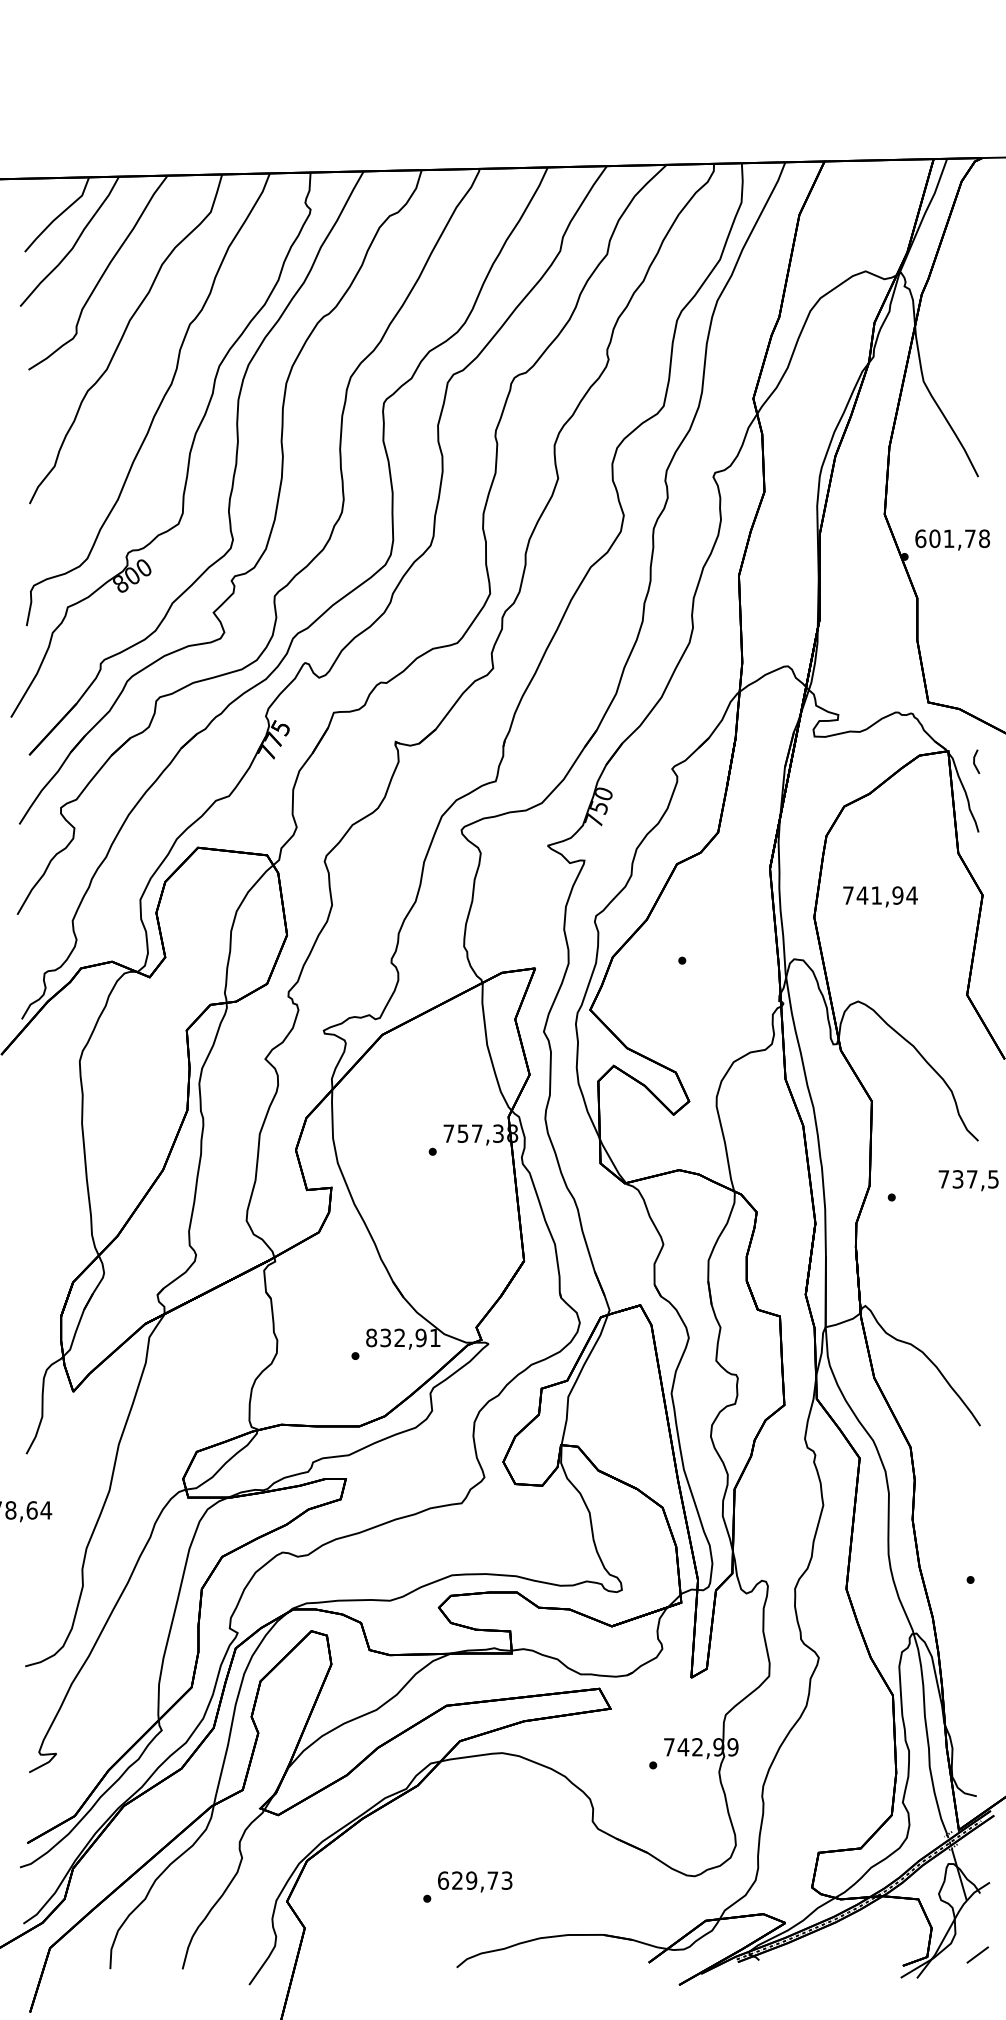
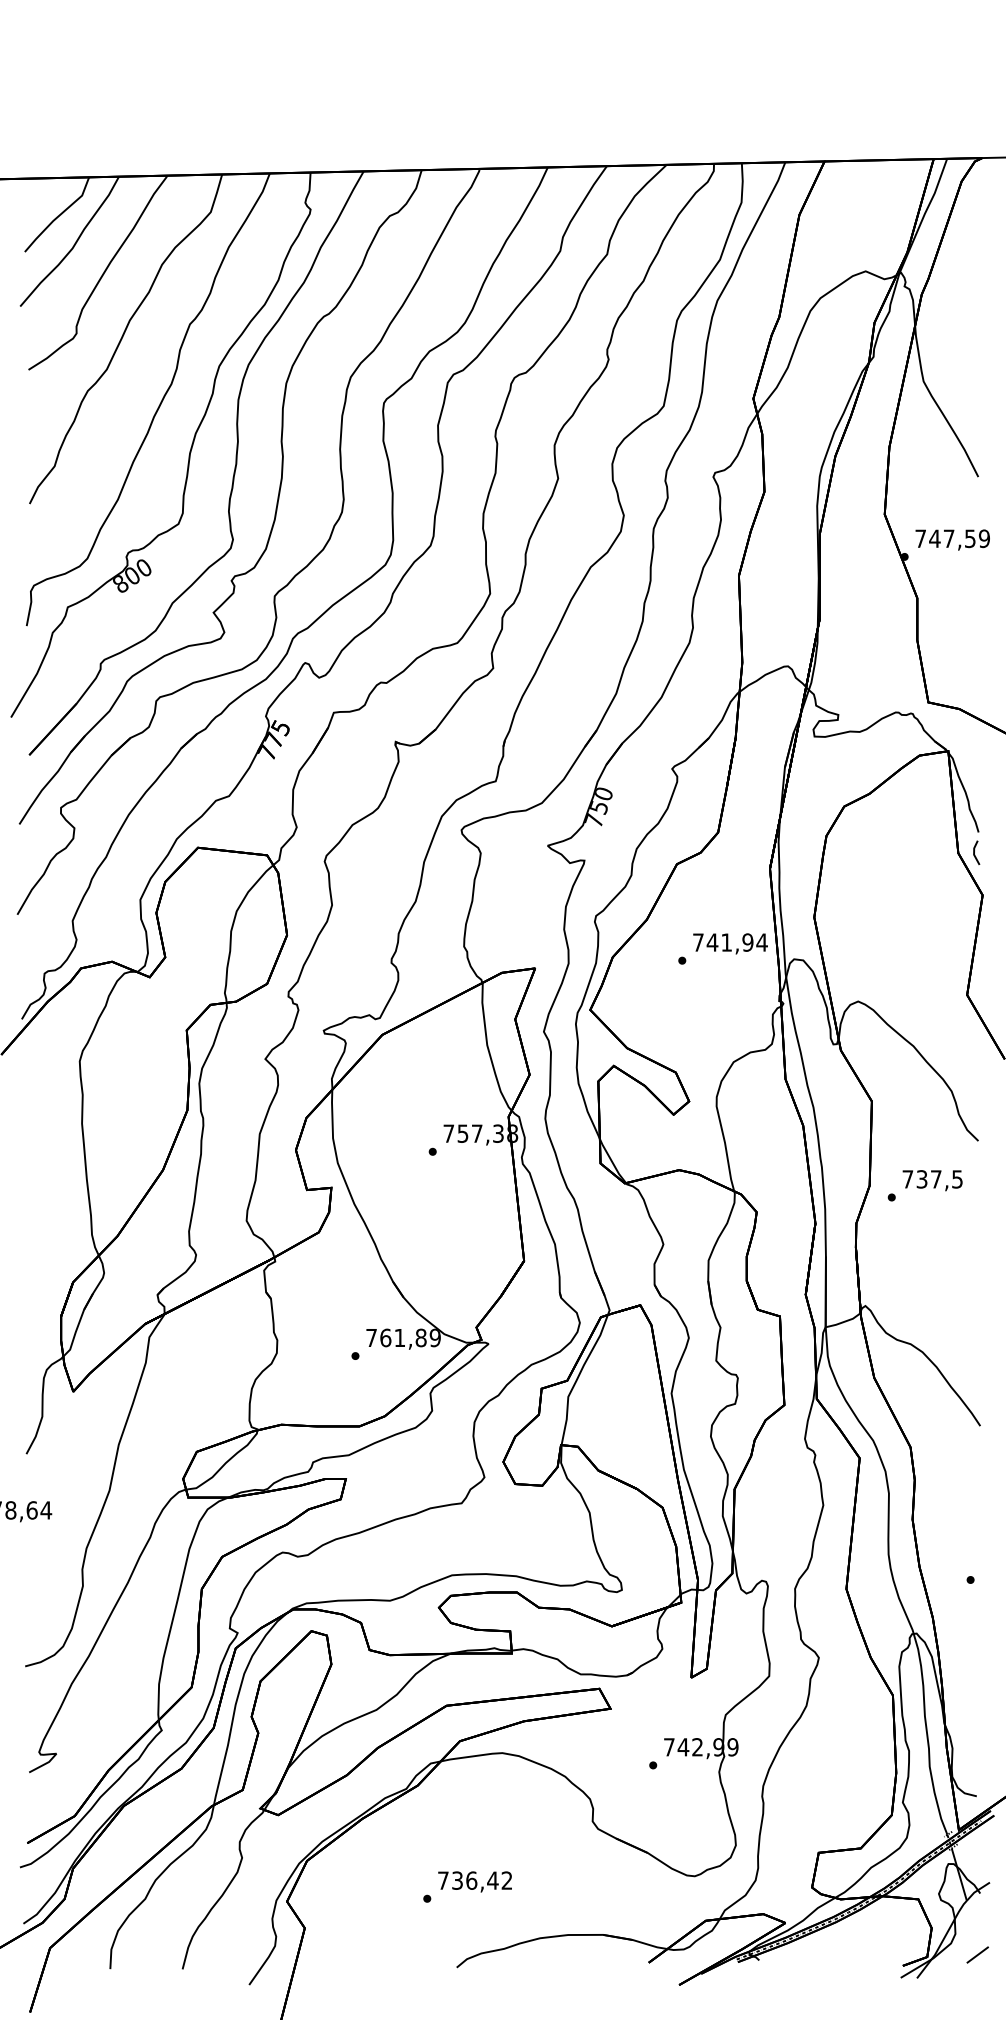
text at (952, 538): 601,78 -> 747,59
line at (974, 761) position: (974, 761) -> (974, 852)
text at (880, 896) position: (880, 896) -> (730, 943)
text at (968, 1180) position: (968, 1180) -> (932, 1180)
text at (403, 1337): 832,91 -> 761,89
text at (475, 1880): 629,73 -> 736,42
